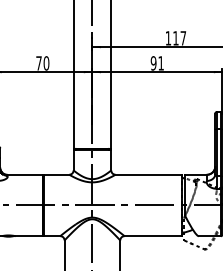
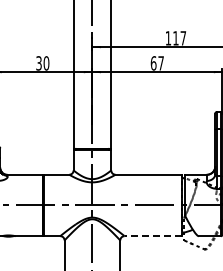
text at (38, 63): 70 -> 30
text at (156, 63): 91 -> 67
line at (153, 236): solid -> dashed
